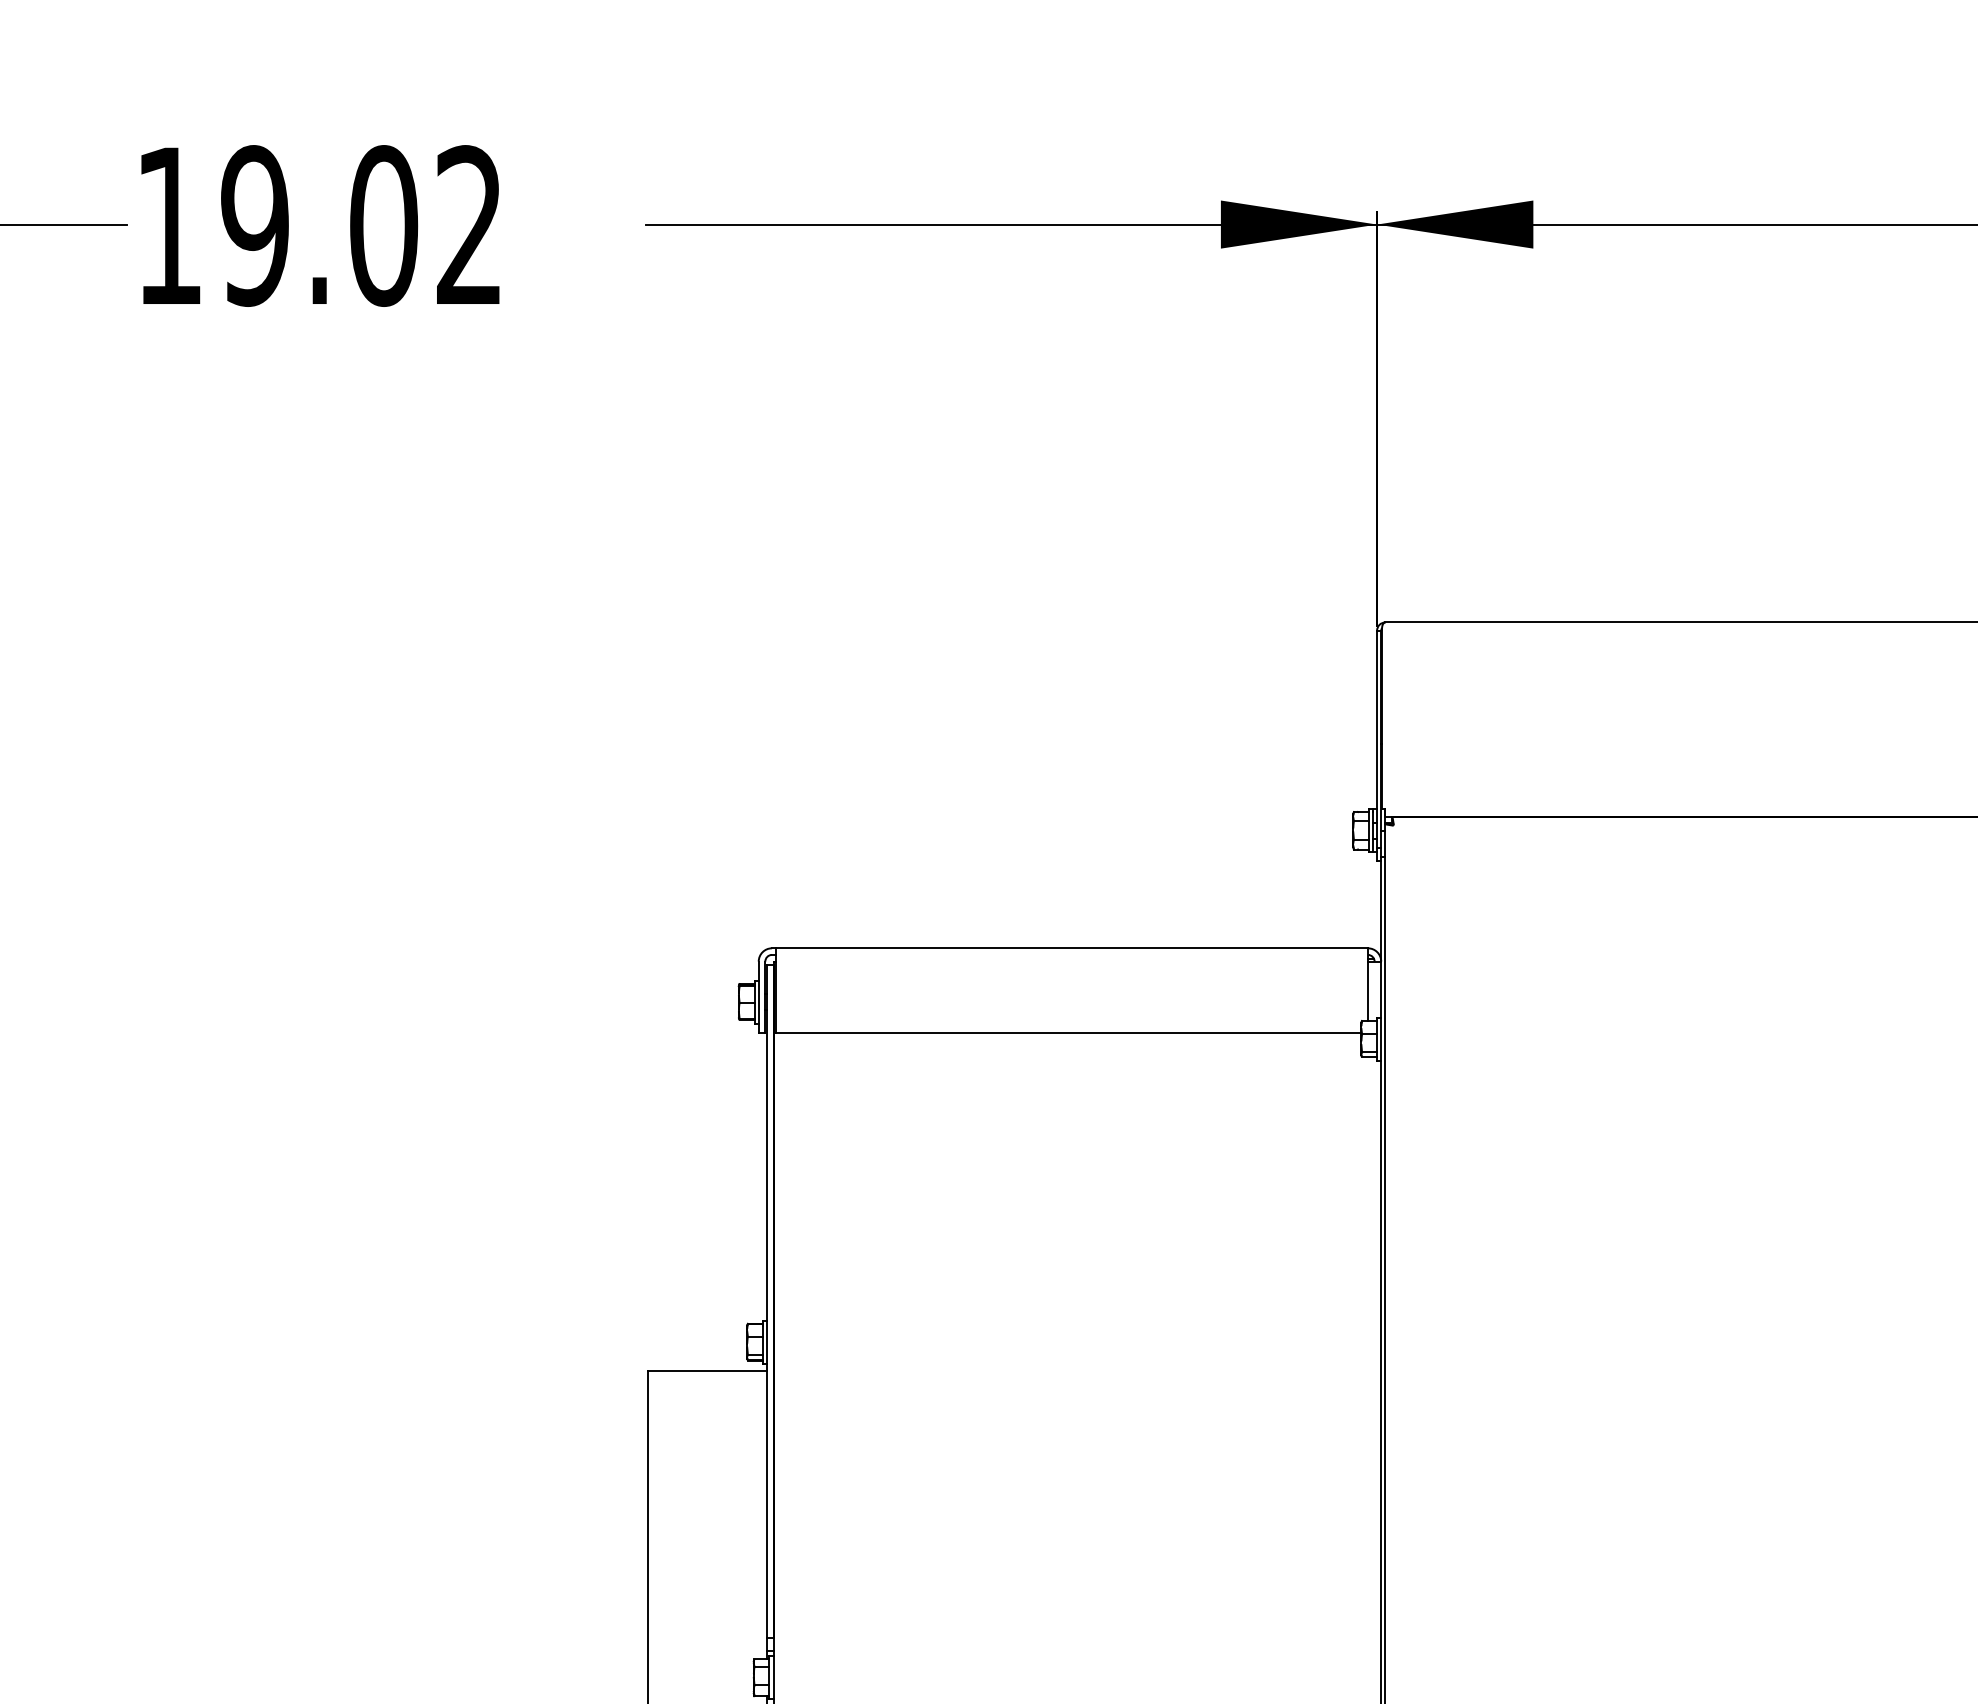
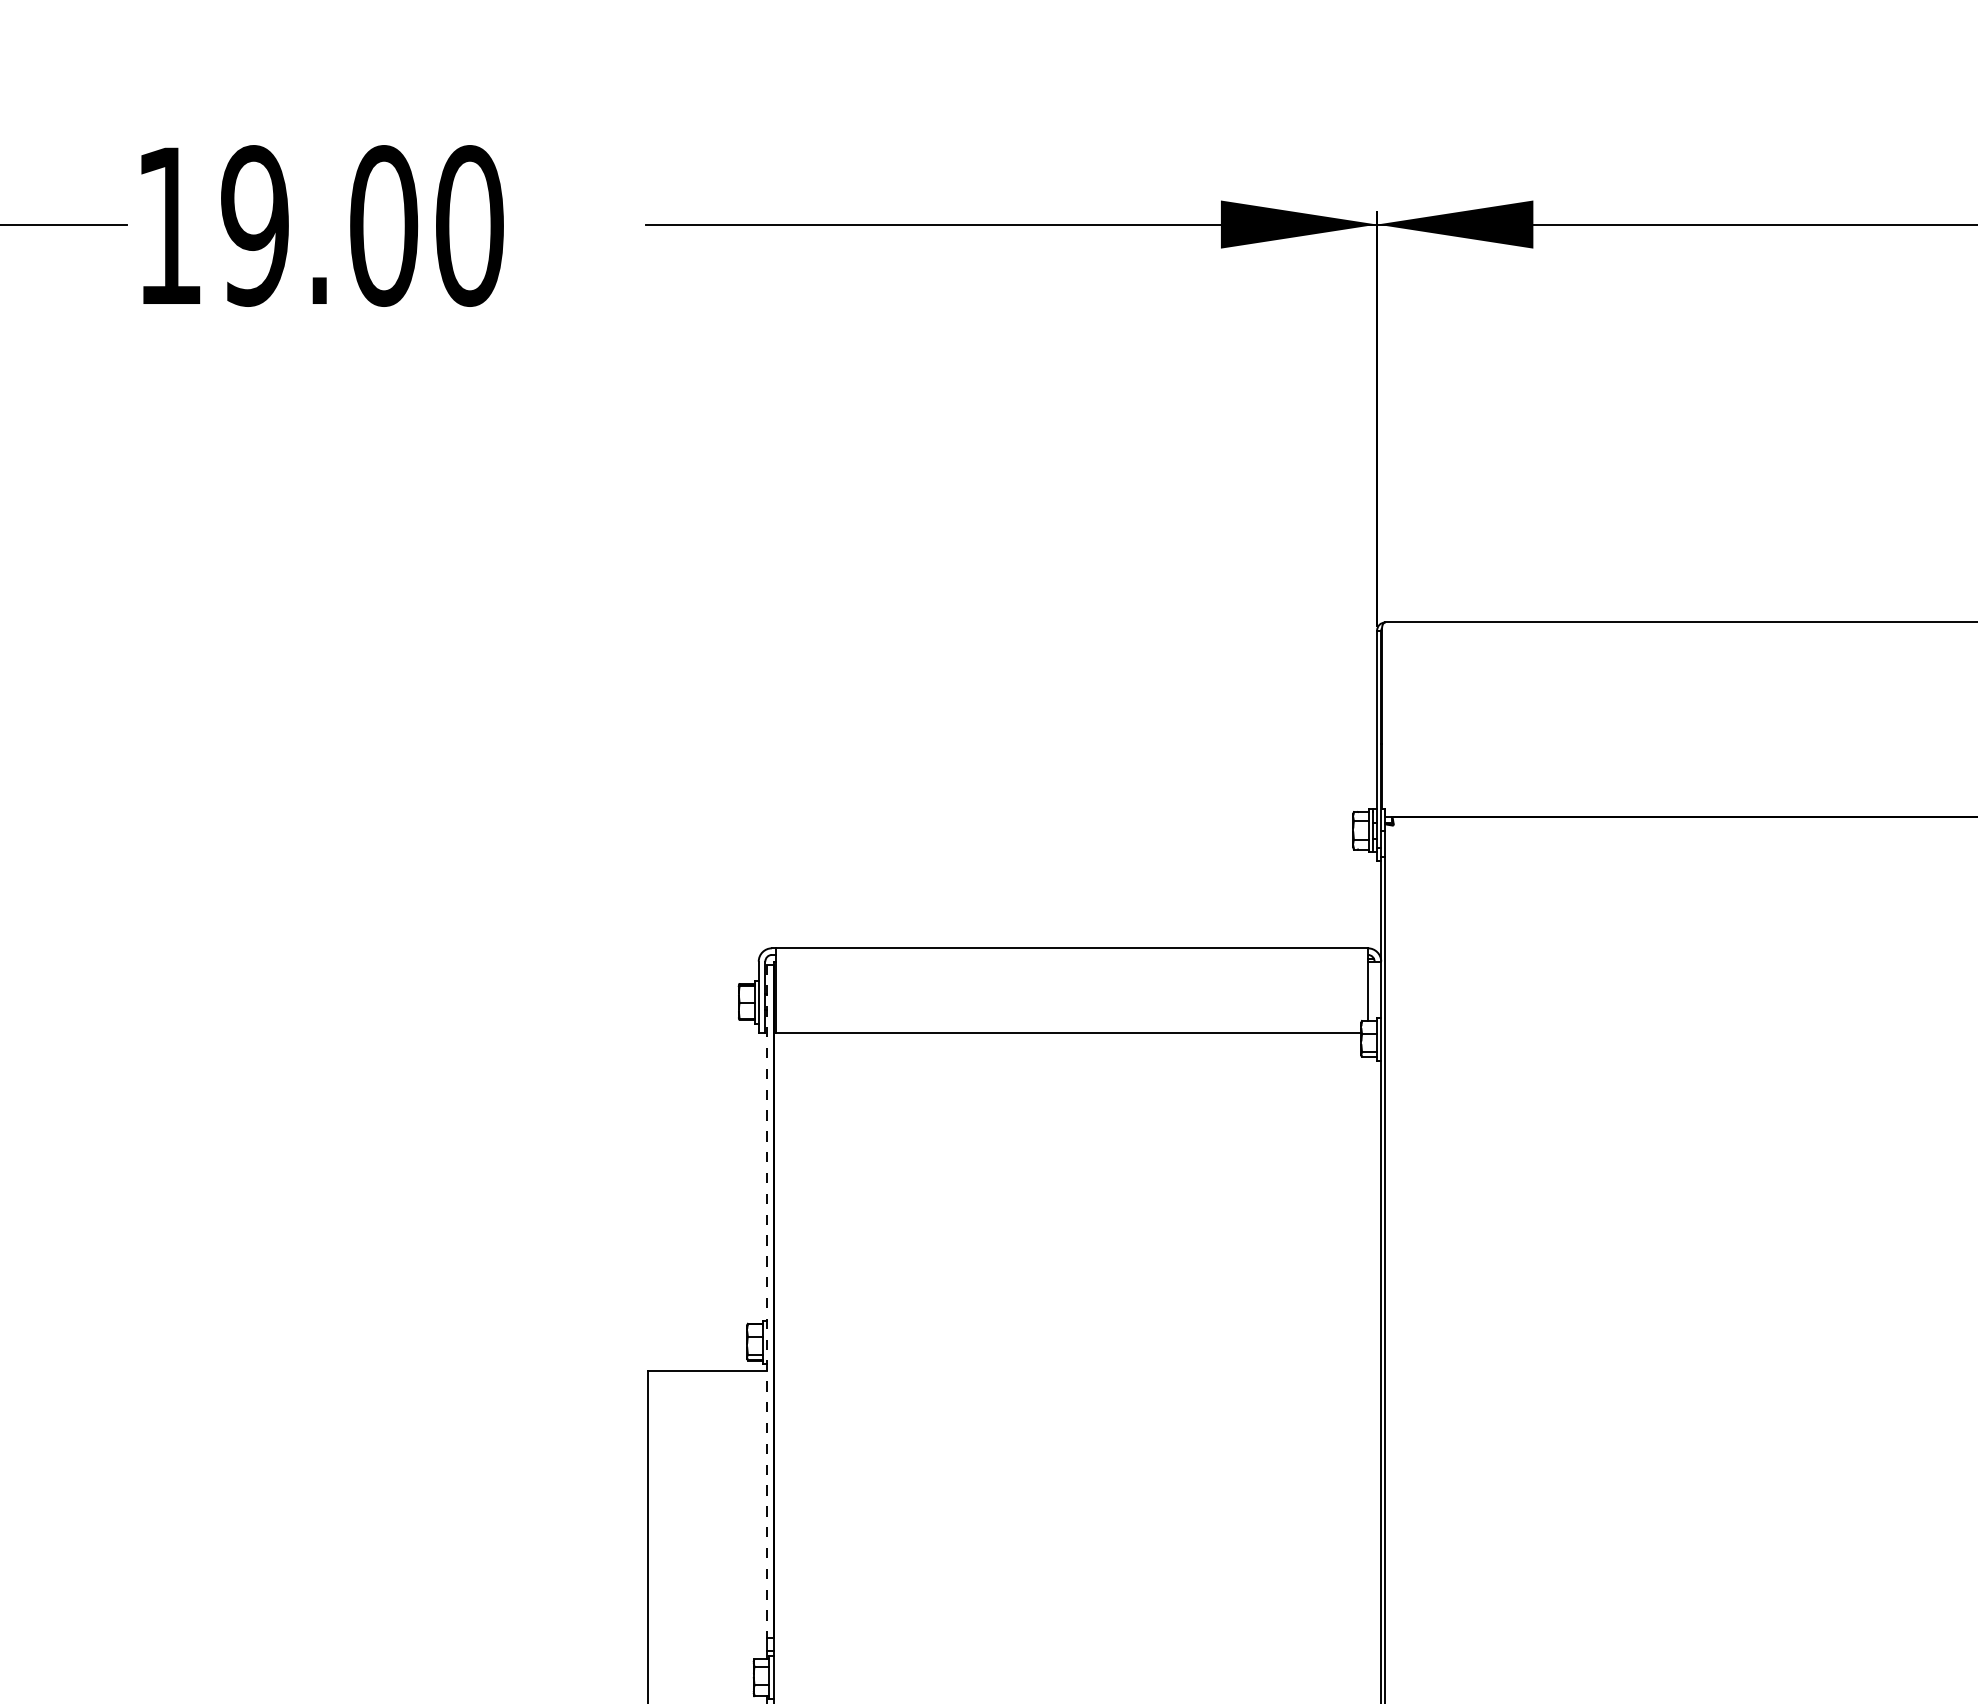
text at (469, 225): 19.02 -> 19.00
line at (767, 1301): solid -> dashed
